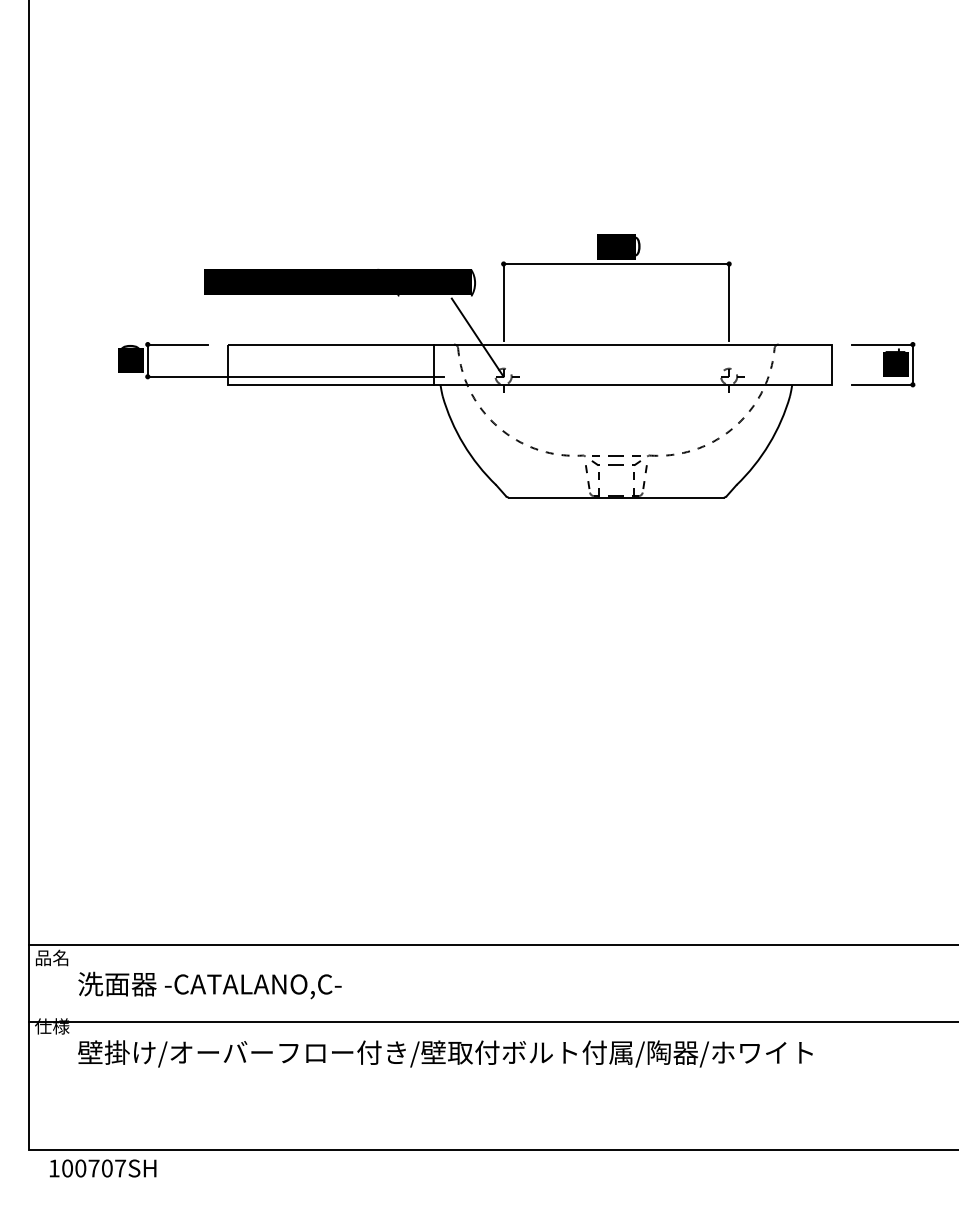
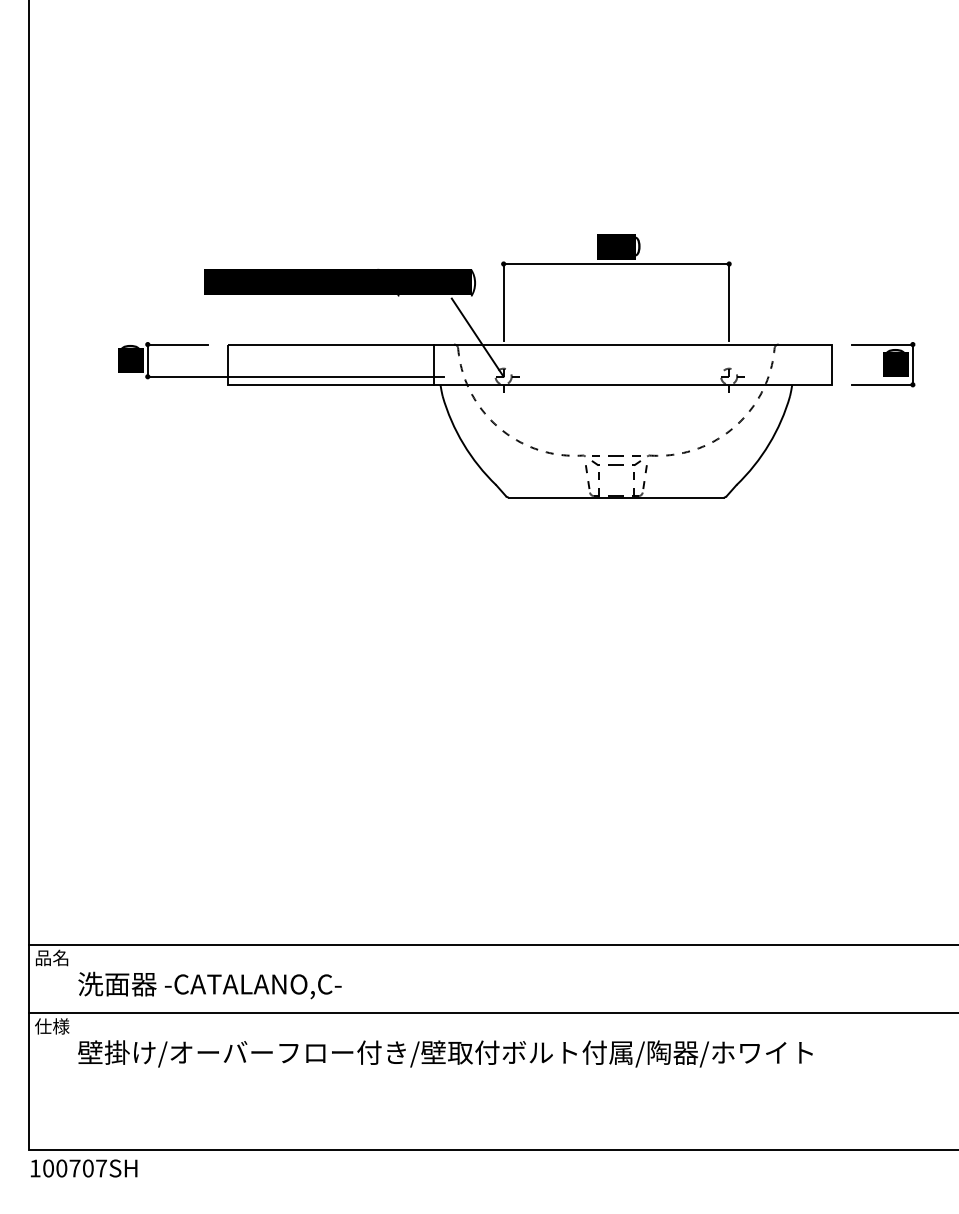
text at (895, 349): 54 -> 50
line at (491, 1022) position: (491, 1022) -> (491, 1013)
text at (102, 1168) position: (102, 1168) -> (83, 1168)
